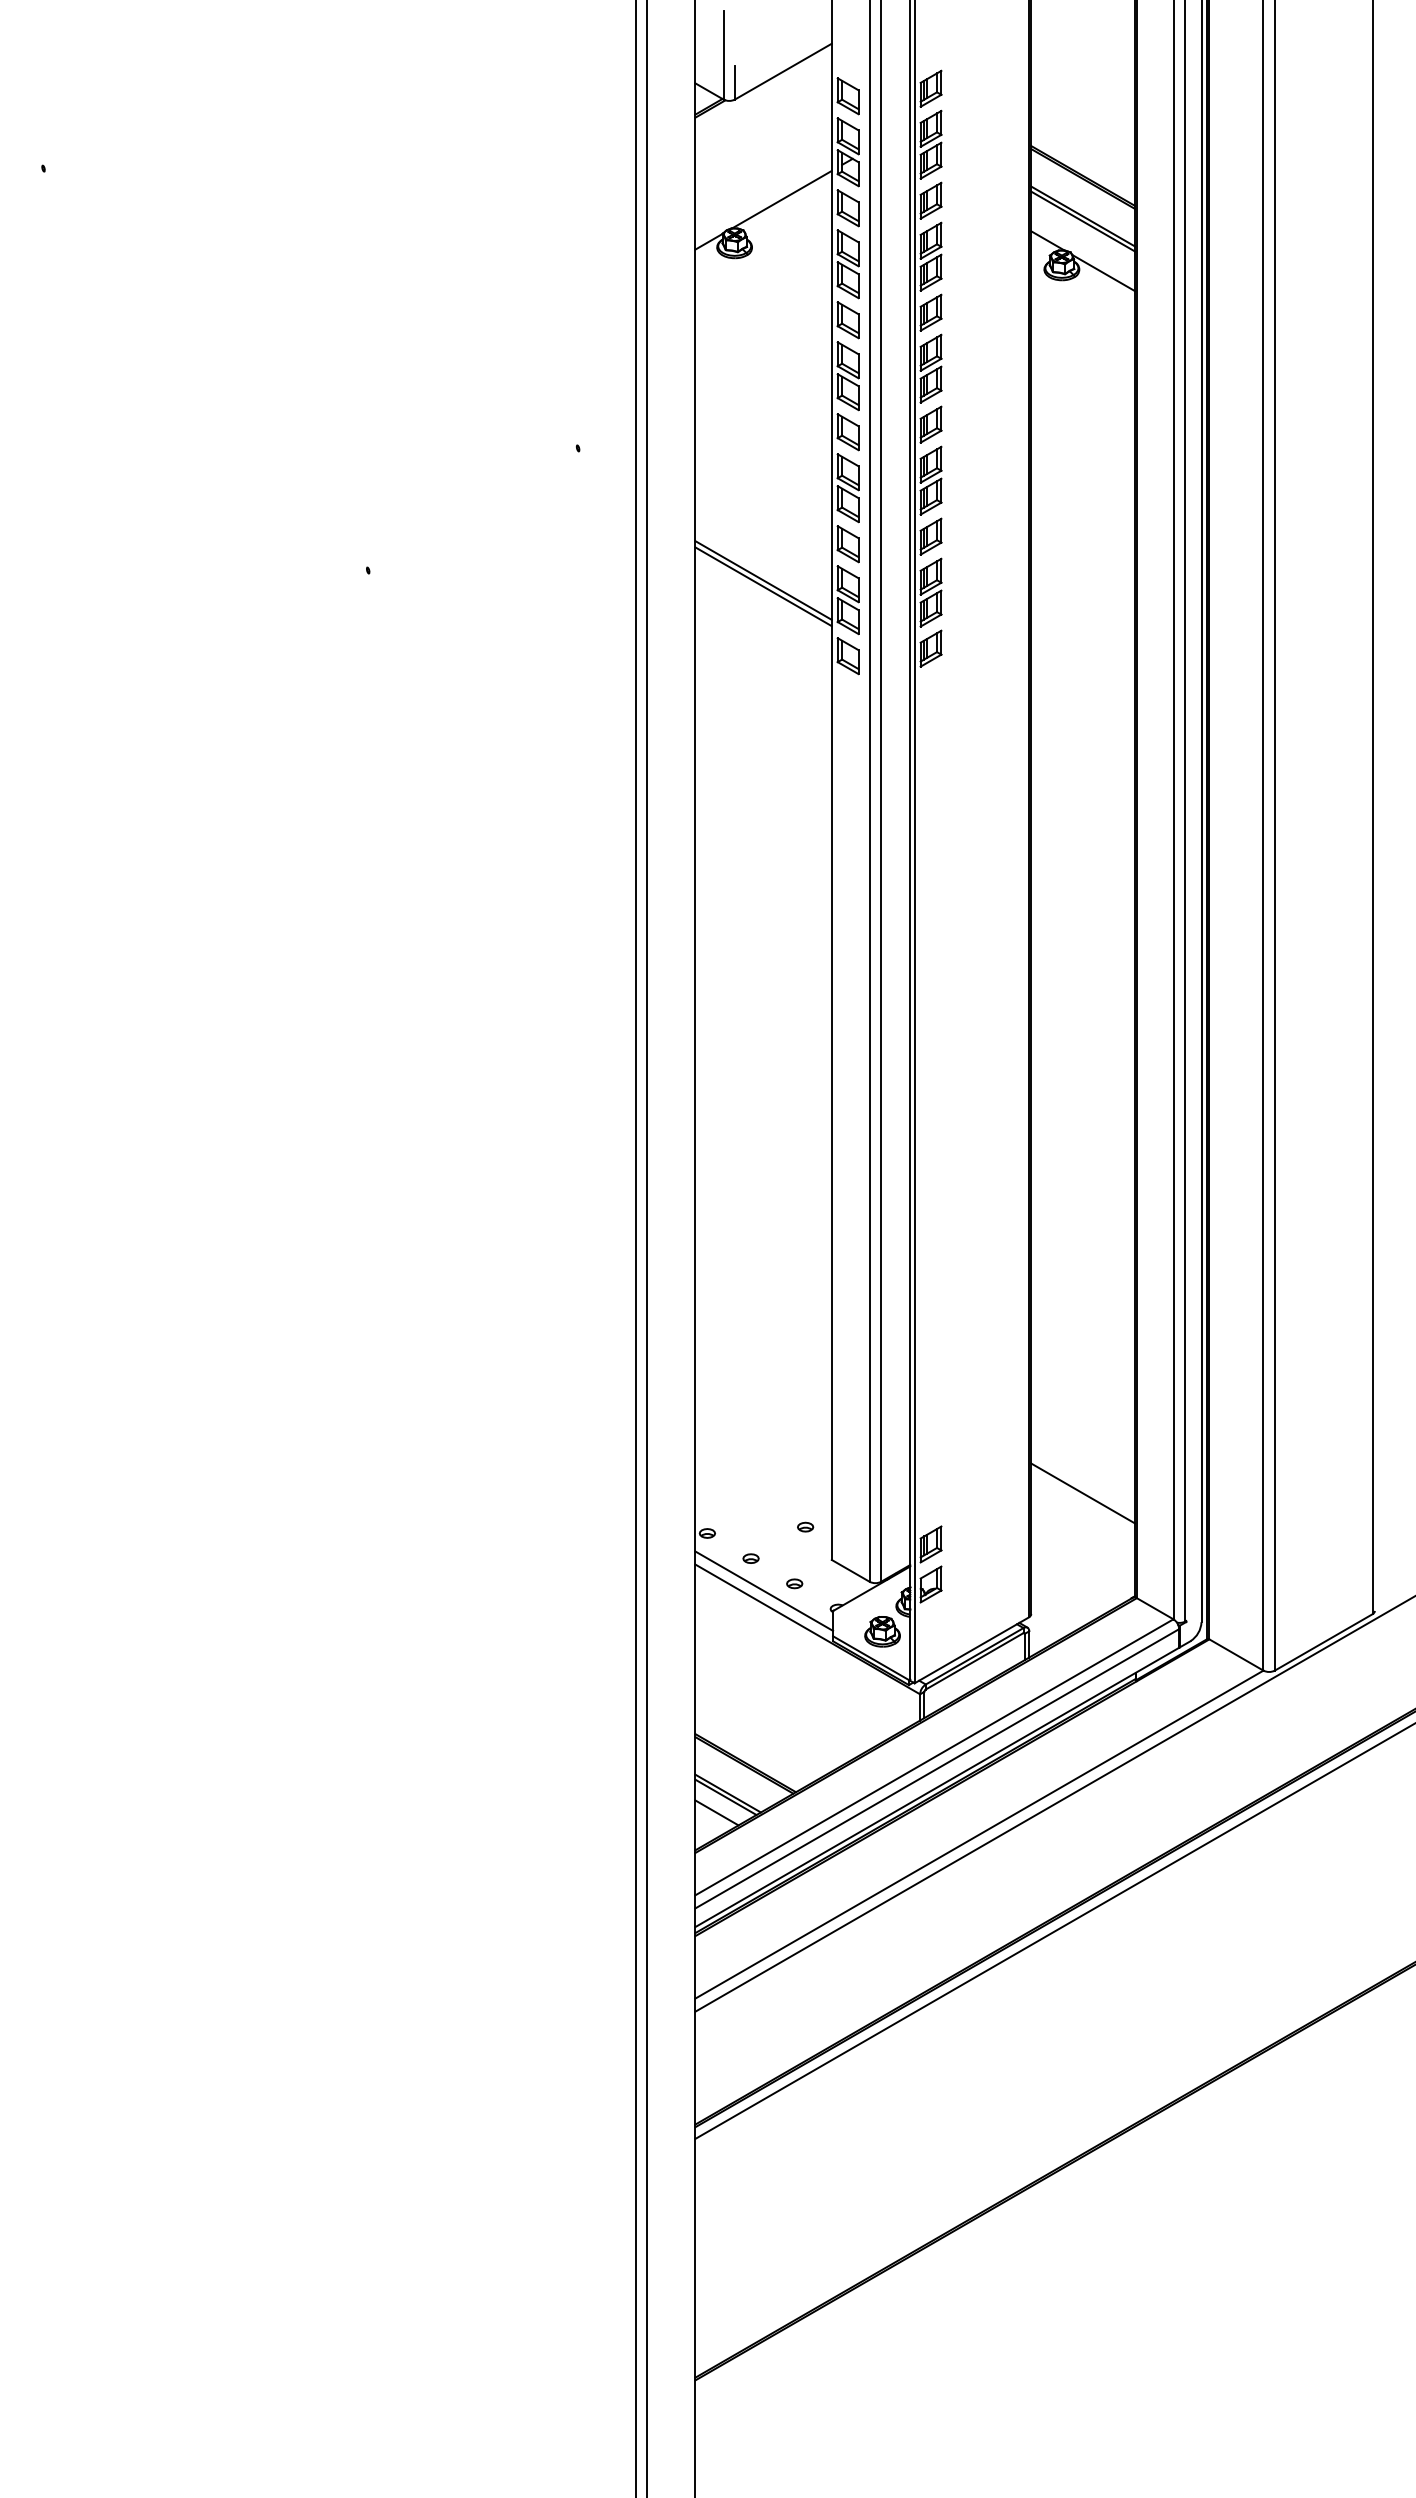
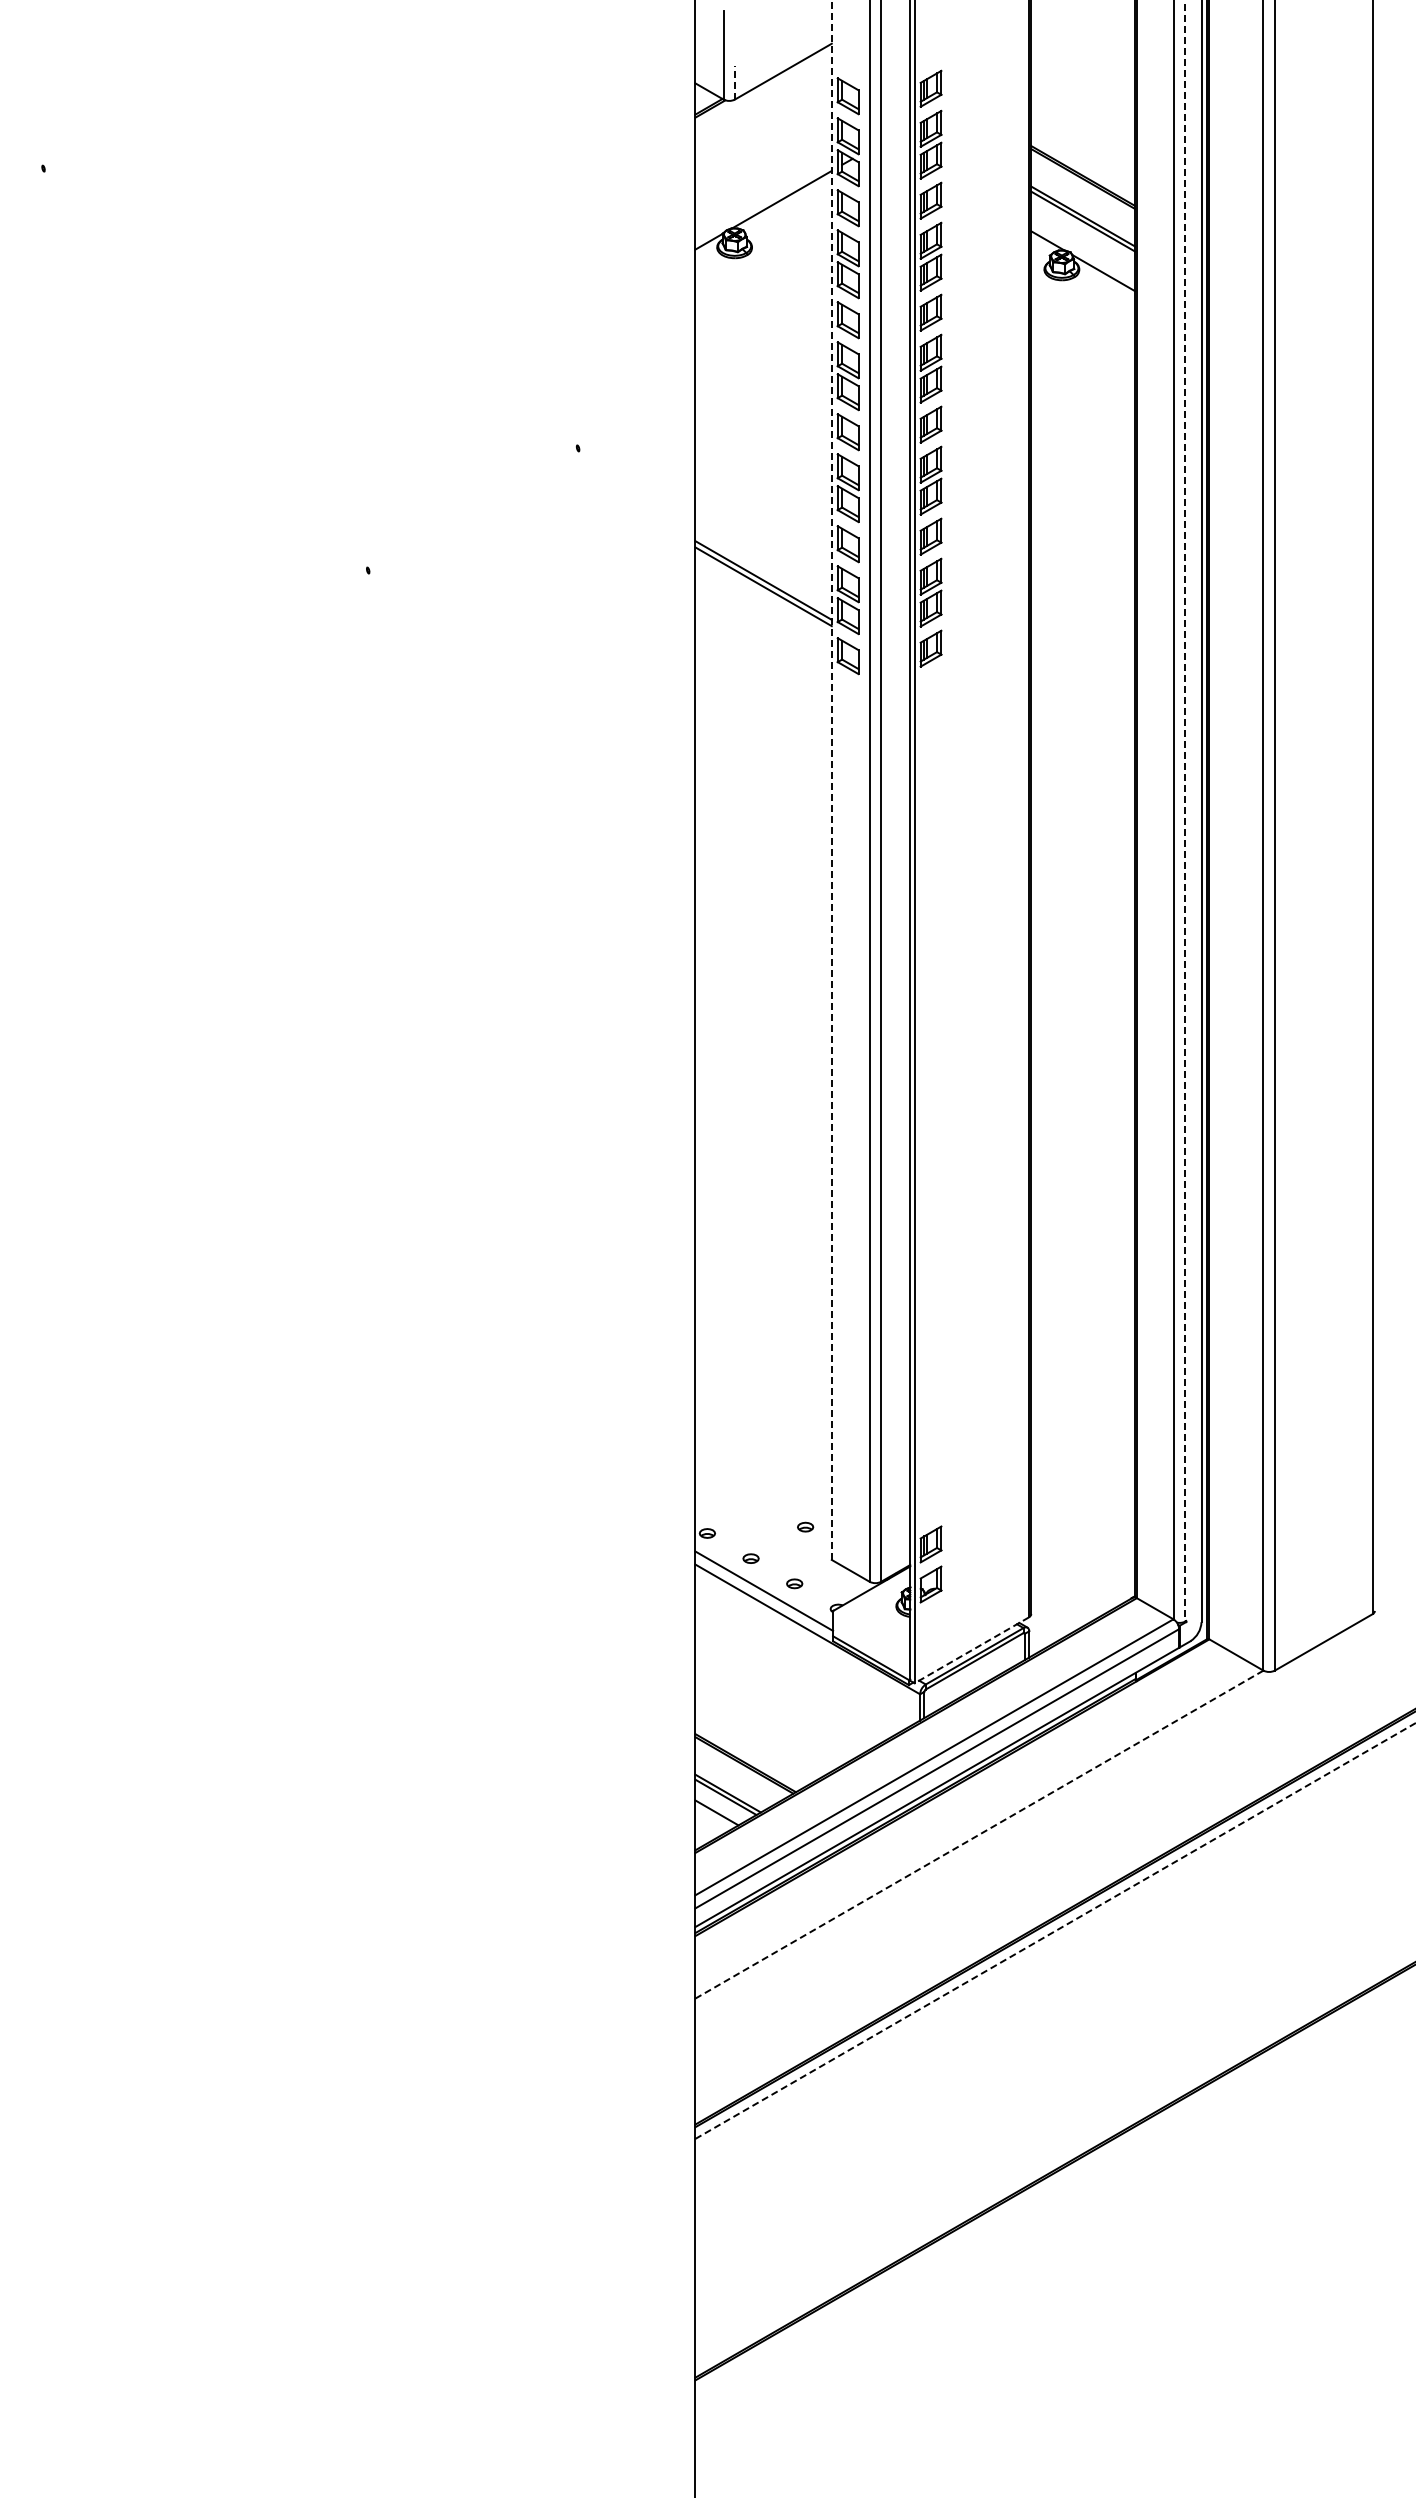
line at (734, 82): solid -> dashed
line at (831, 780): solid -> dashed
line at (1185, 811): solid -> dashed
line at (635, 1248): present -> none
line at (646, 1248): present -> none
line at (1083, 1493): present -> none
part at (882, 1631): present -> none
line at (971, 1650): solid -> dashed
line at (1053, 1804): present -> none
line at (979, 1834): solid -> dashed
line at (1055, 1931): solid -> dashed
